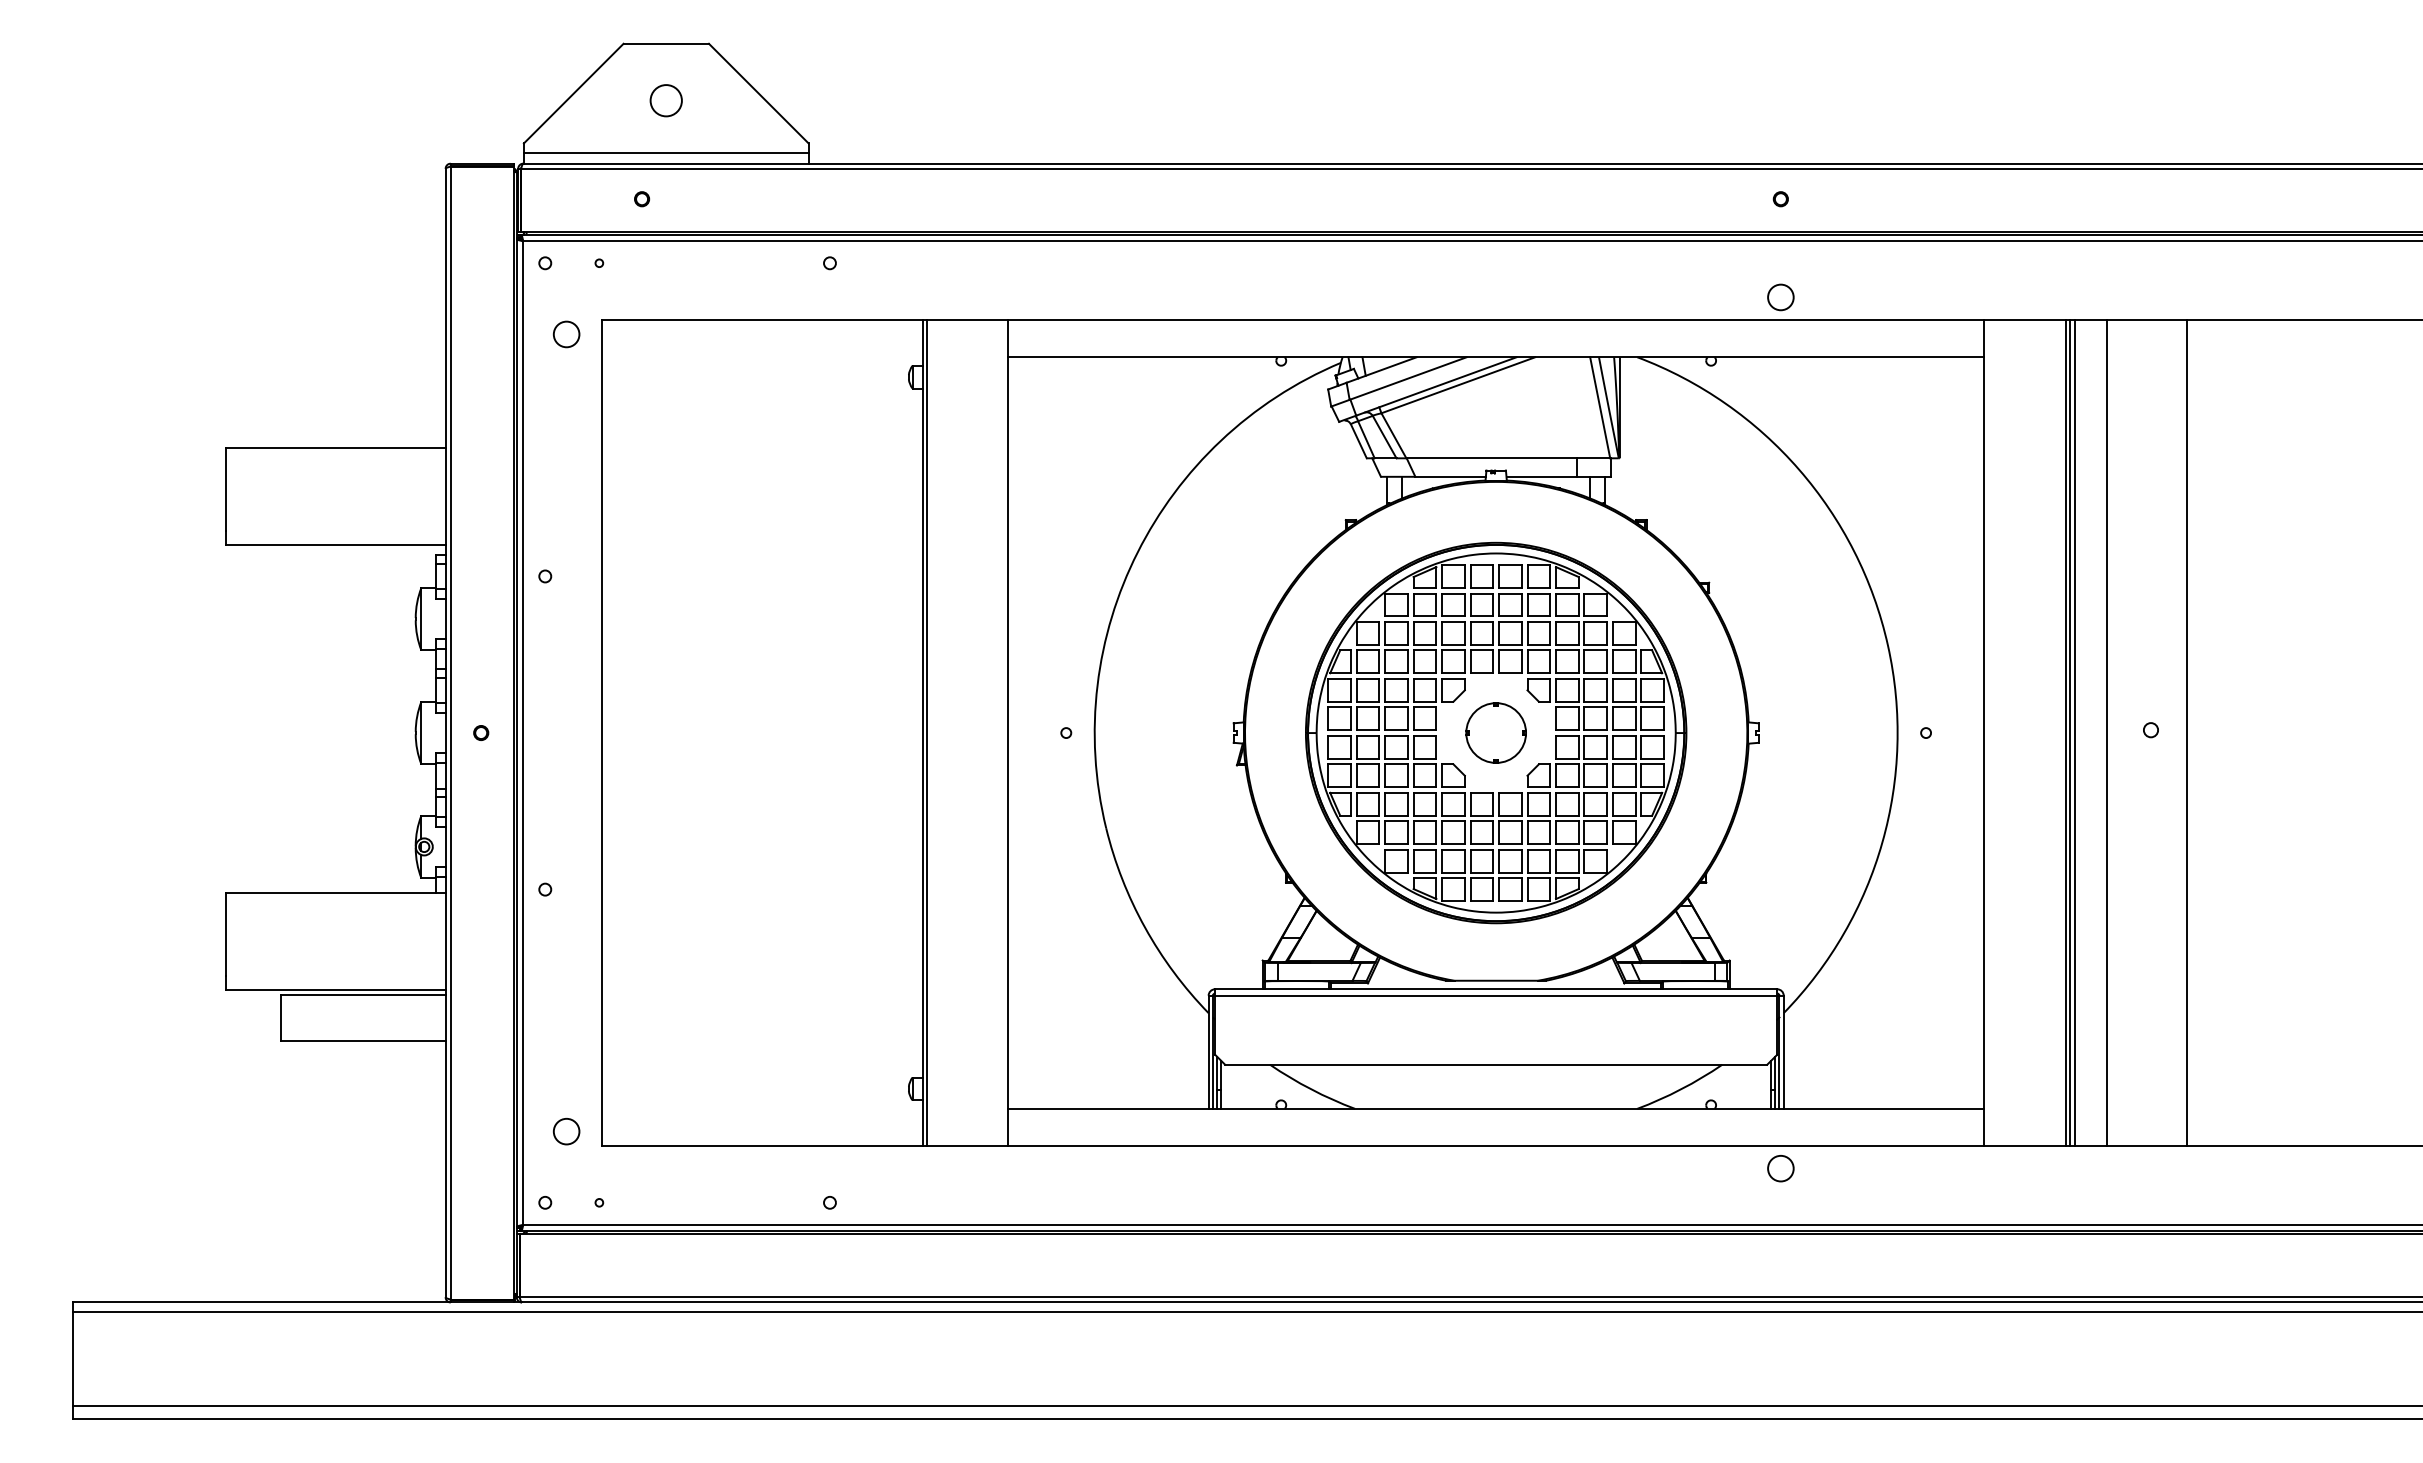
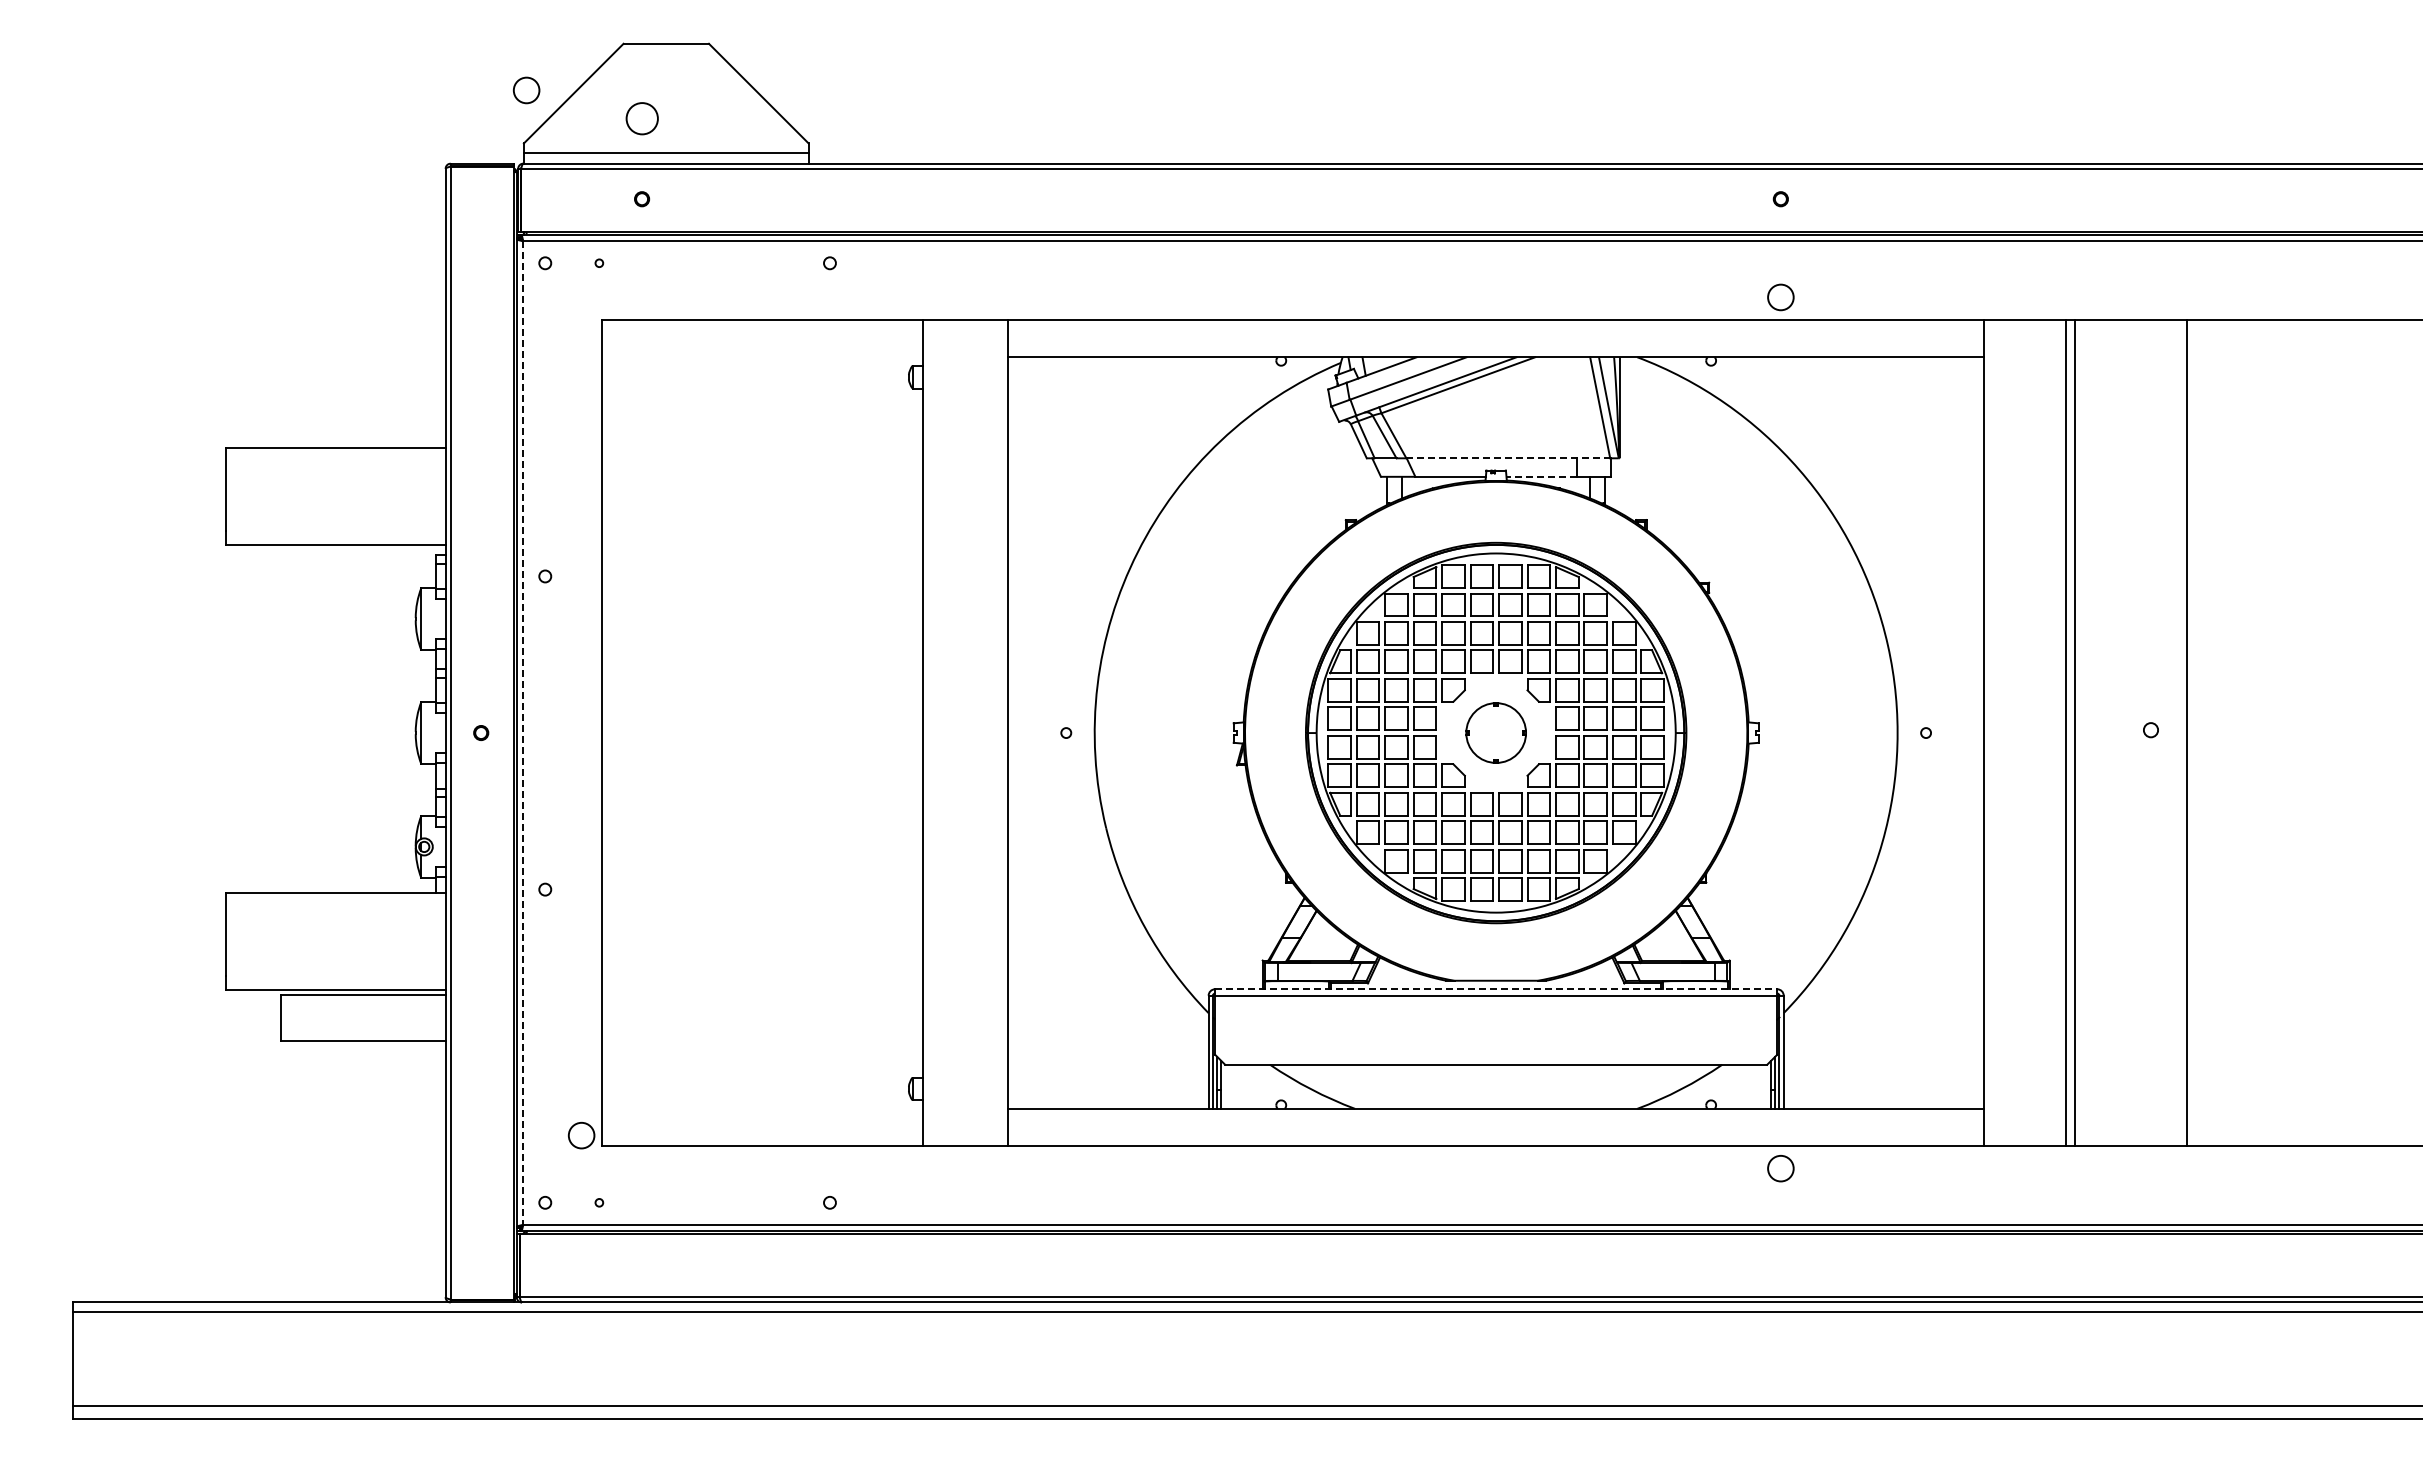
circle at (665, 100) position: (665, 100) -> (641, 118)
circle at (566, 334) position: (566, 334) -> (526, 90)
line at (1508, 458): solid -> dashed
line at (1541, 476): solid -> dashed
line at (926, 732): present -> none
line at (2069, 732): present -> none
line at (2106, 732): present -> none
line at (523, 733): solid -> dashed
line at (1496, 989): solid -> dashed
circle at (566, 1131) position: (566, 1131) -> (581, 1135)
